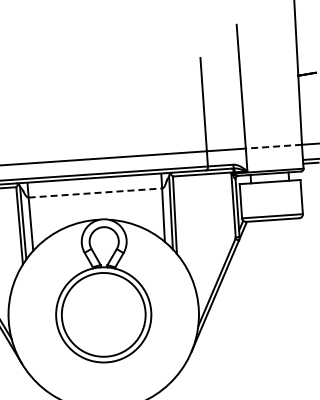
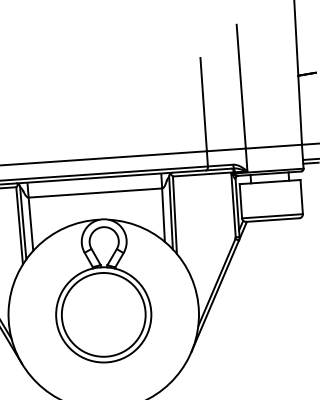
line at (273, 146): dashed -> solid
line at (95, 193): dashed -> solid
